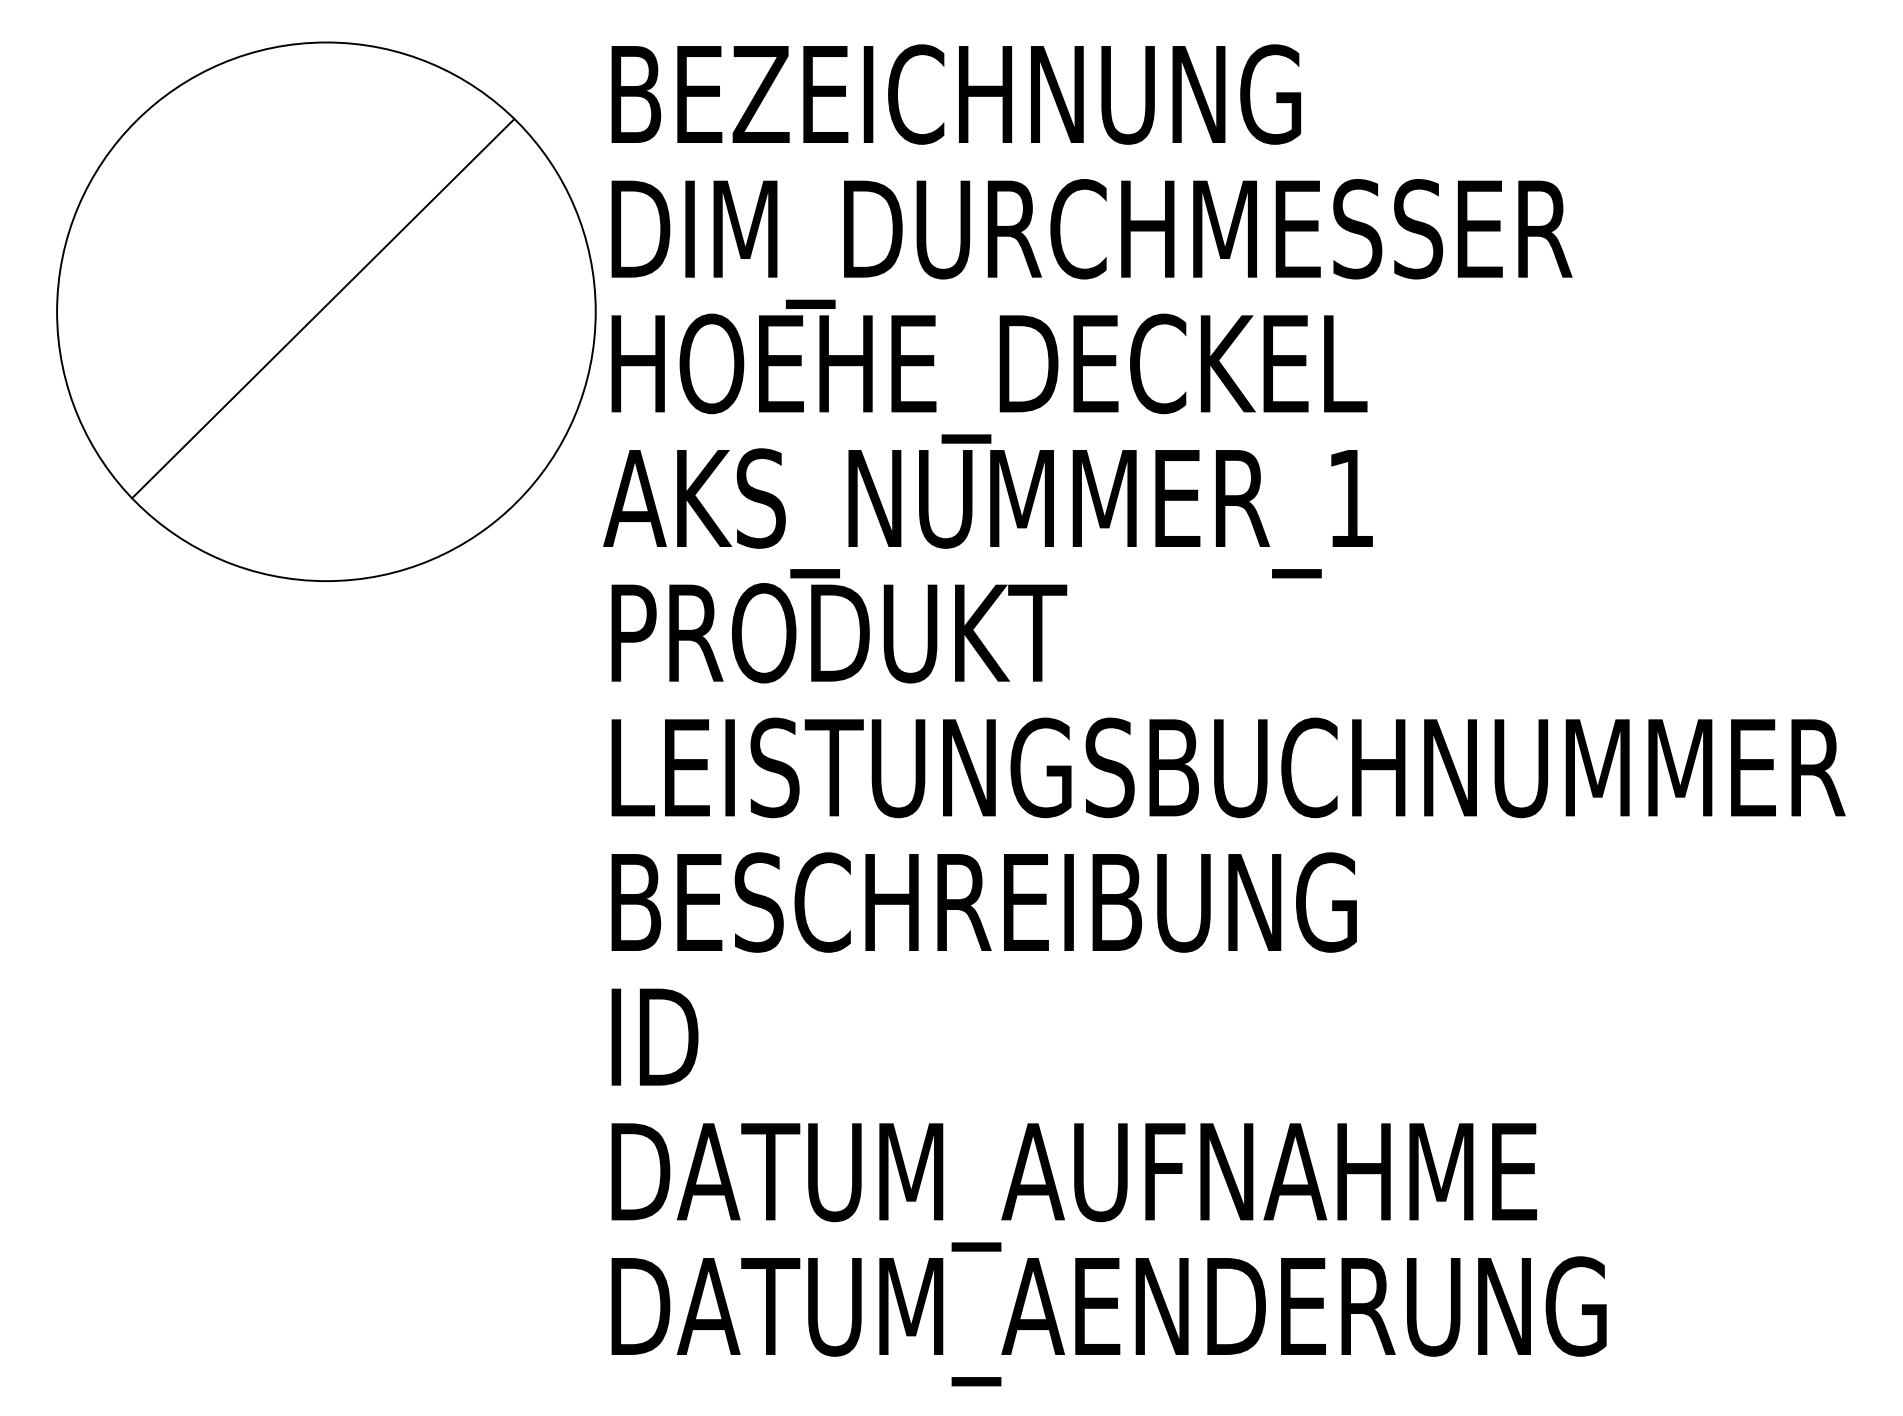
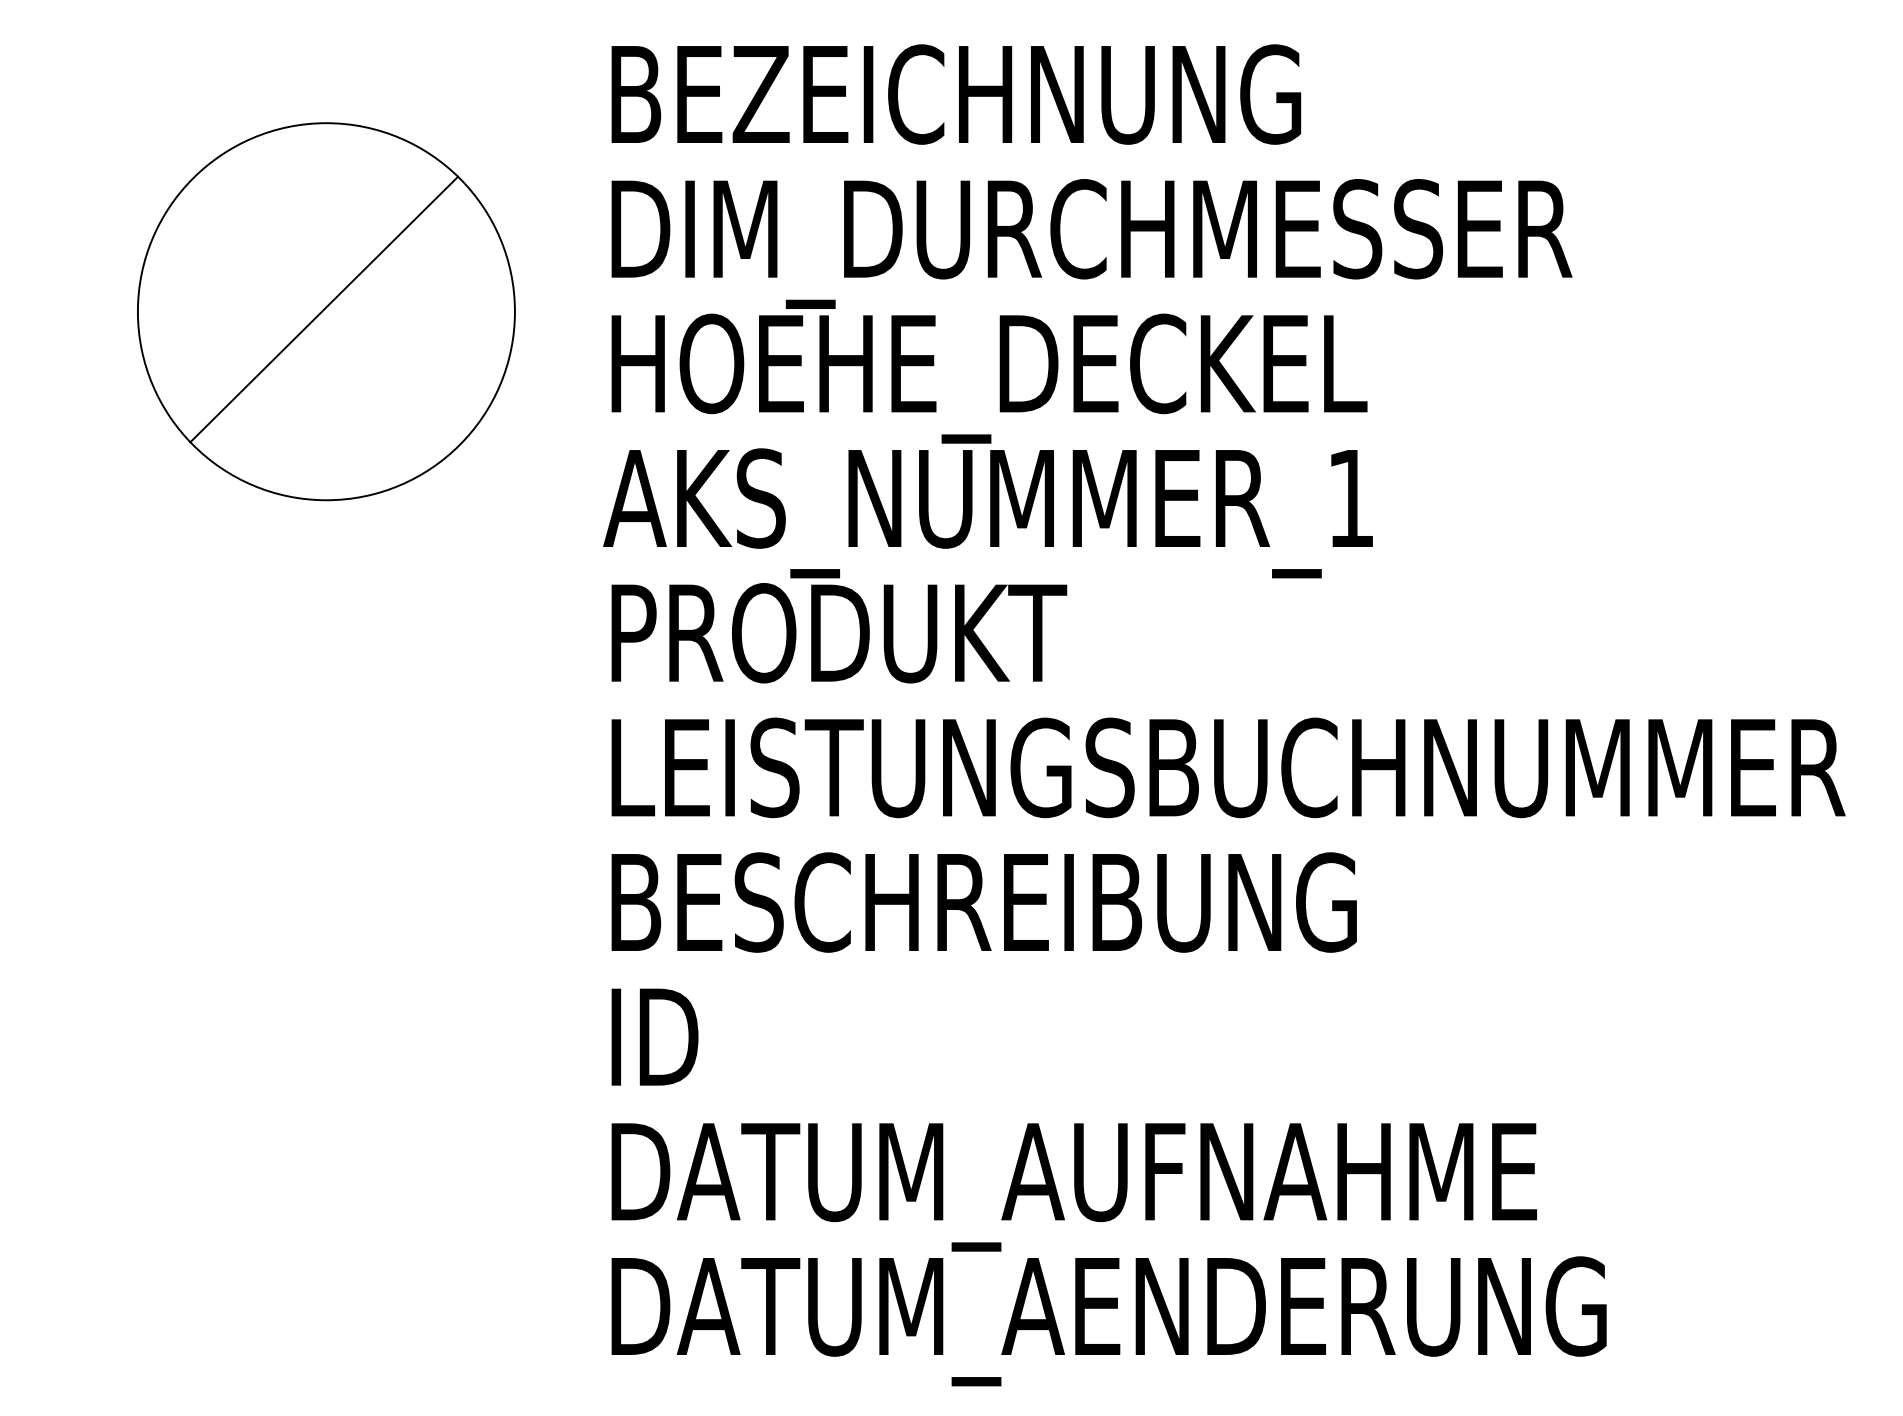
part at (326, 311) size: 541x541 px -> 379x380 px
